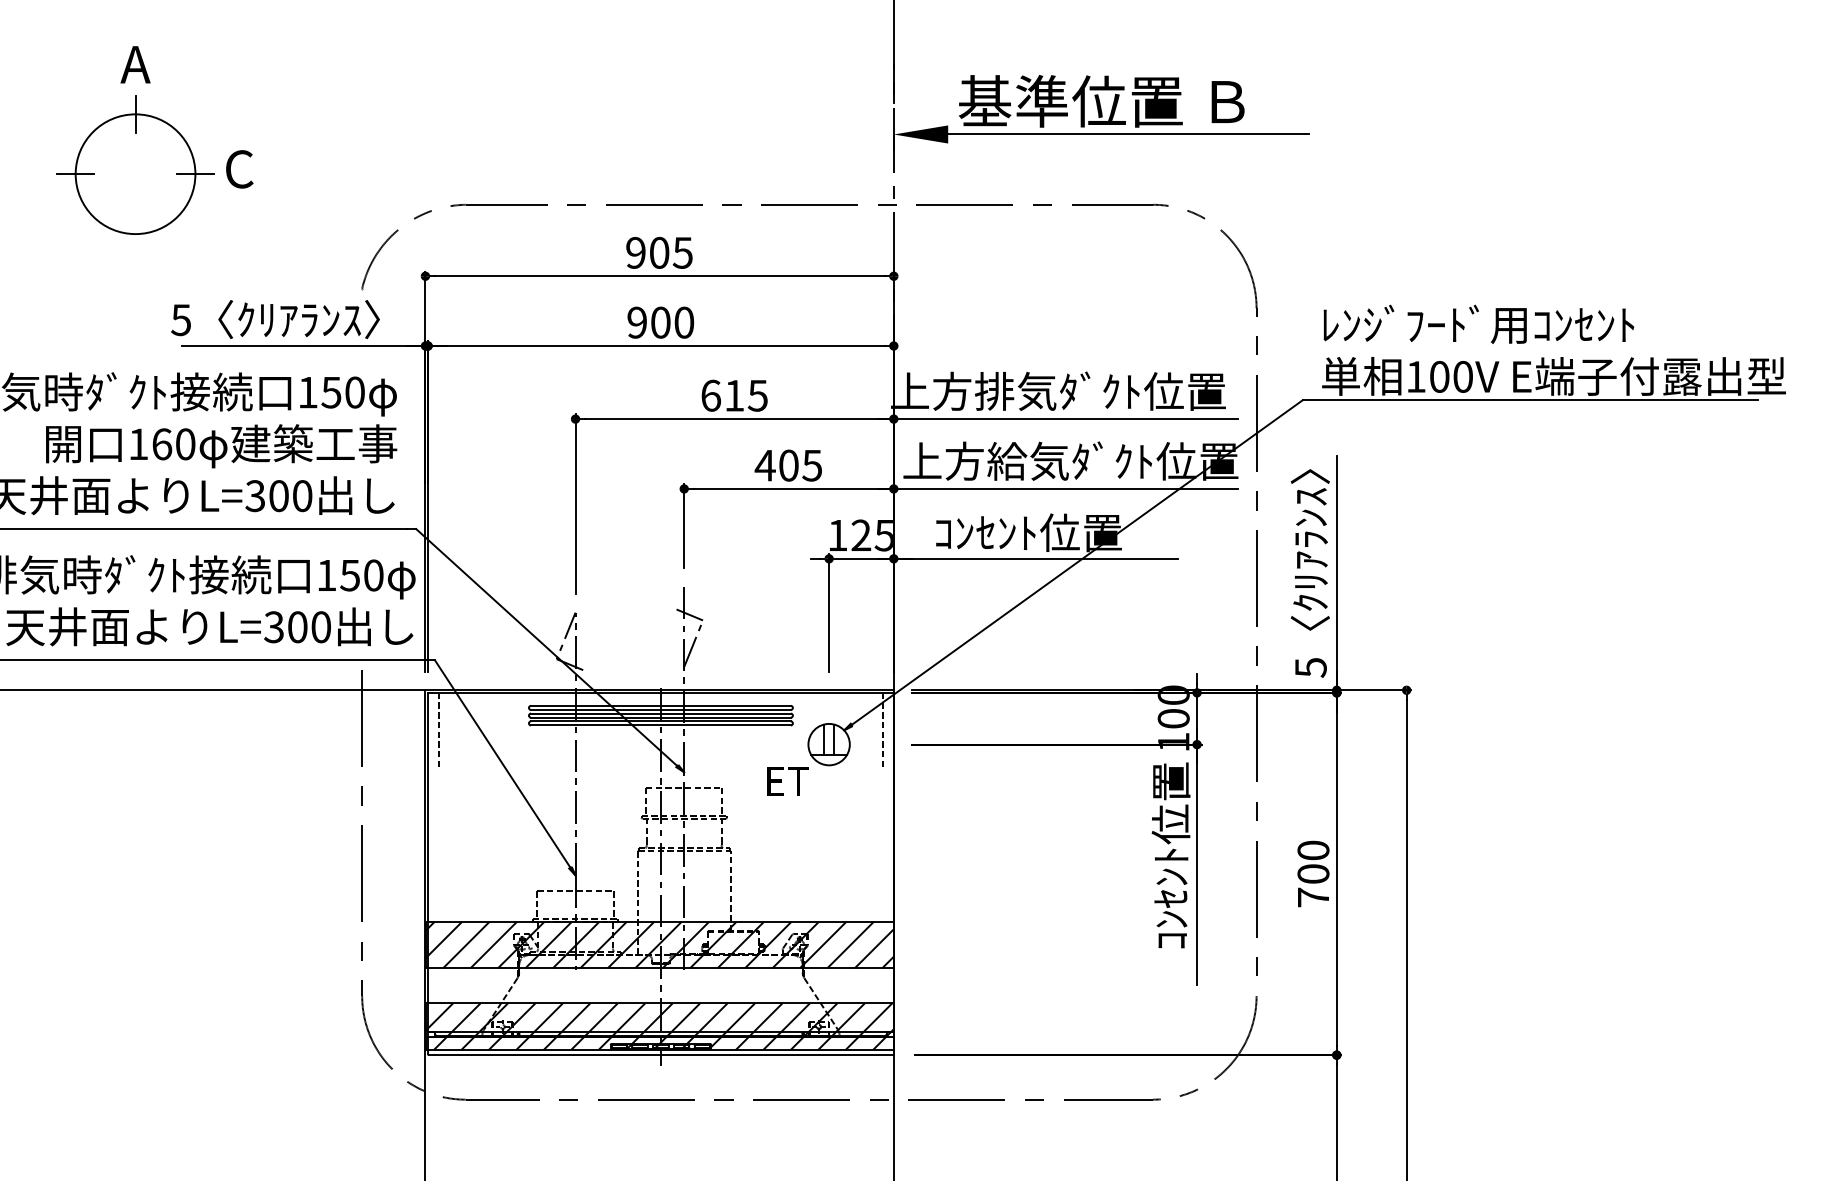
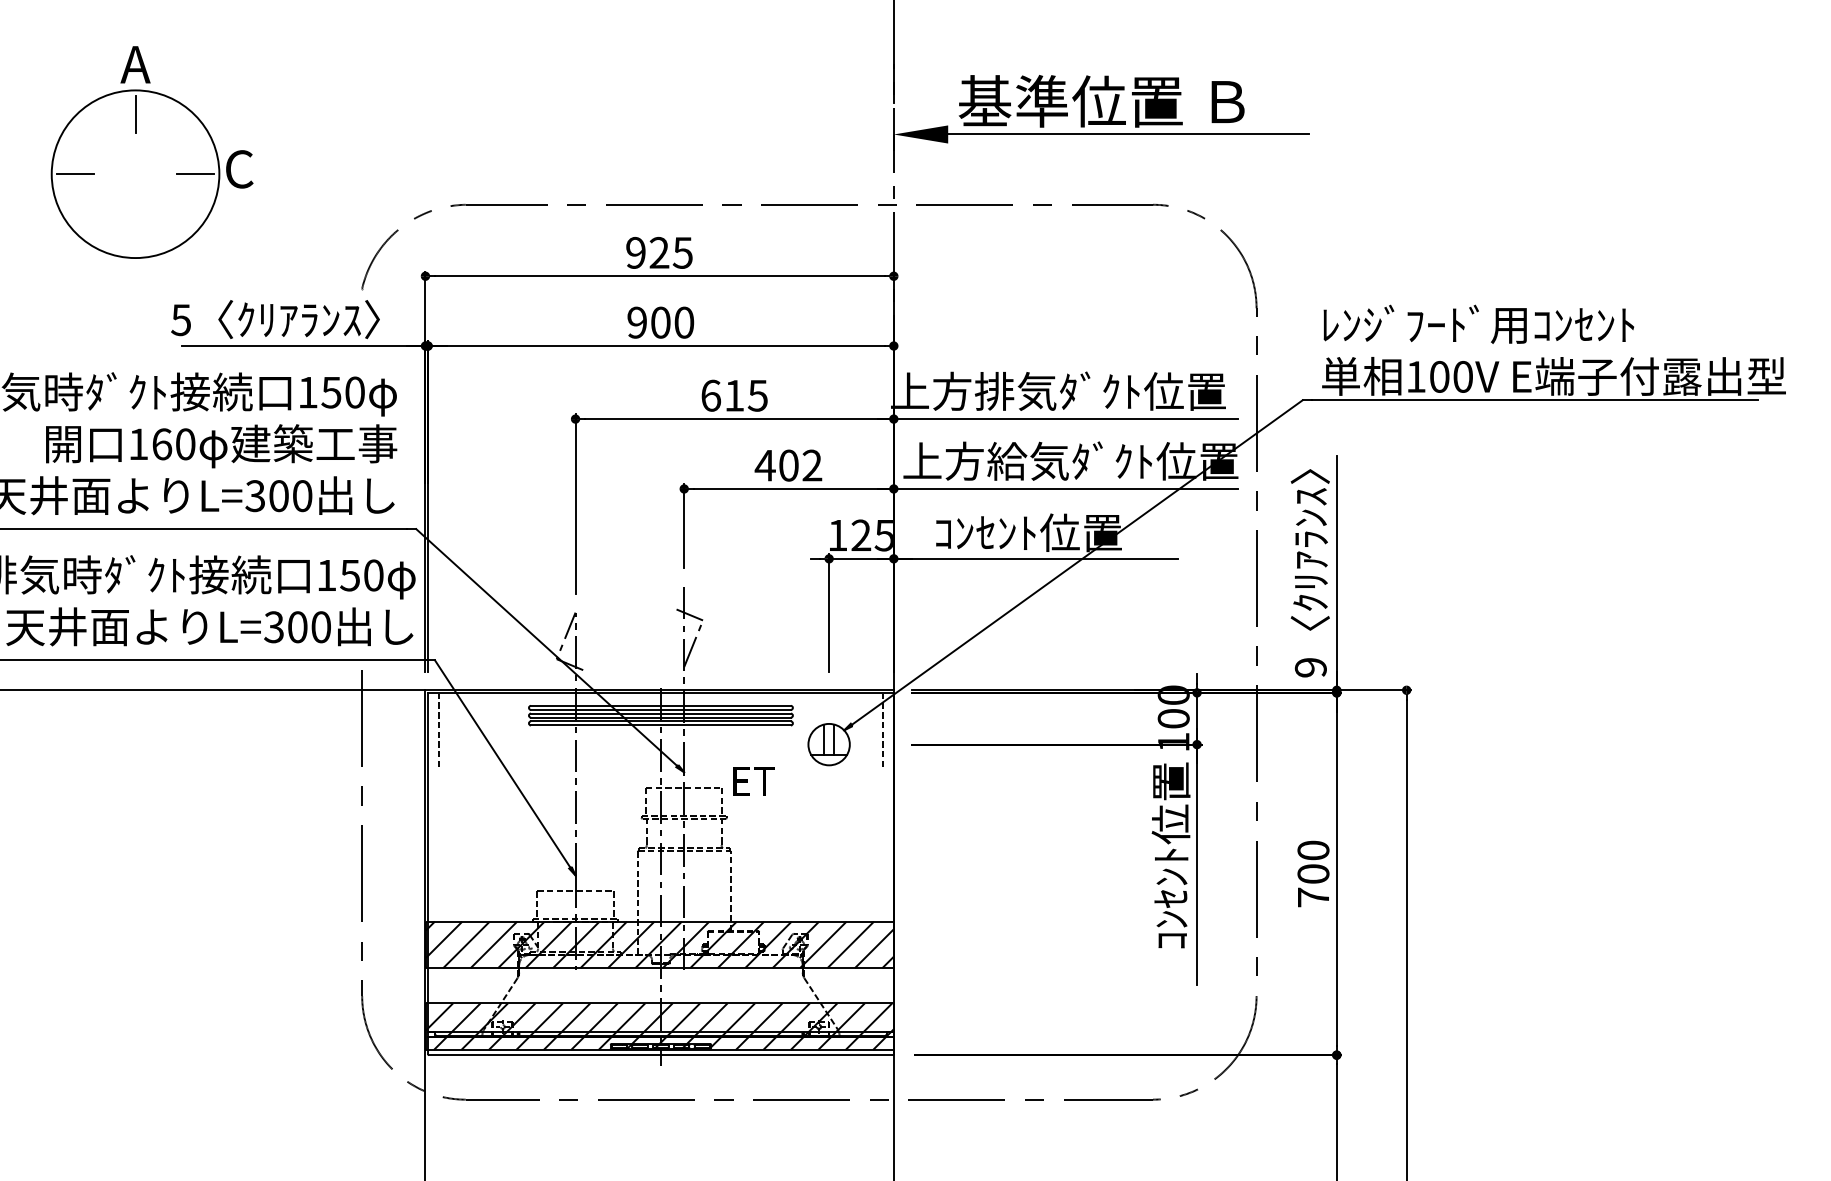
circle at (135, 174) diameter: 120 px -> 168 px
text at (659, 252): 905 -> 925
text at (812, 465): 405 -> 402
text at (1310, 667): 5 -> 9
text at (787, 781) position: (787, 781) -> (753, 781)
